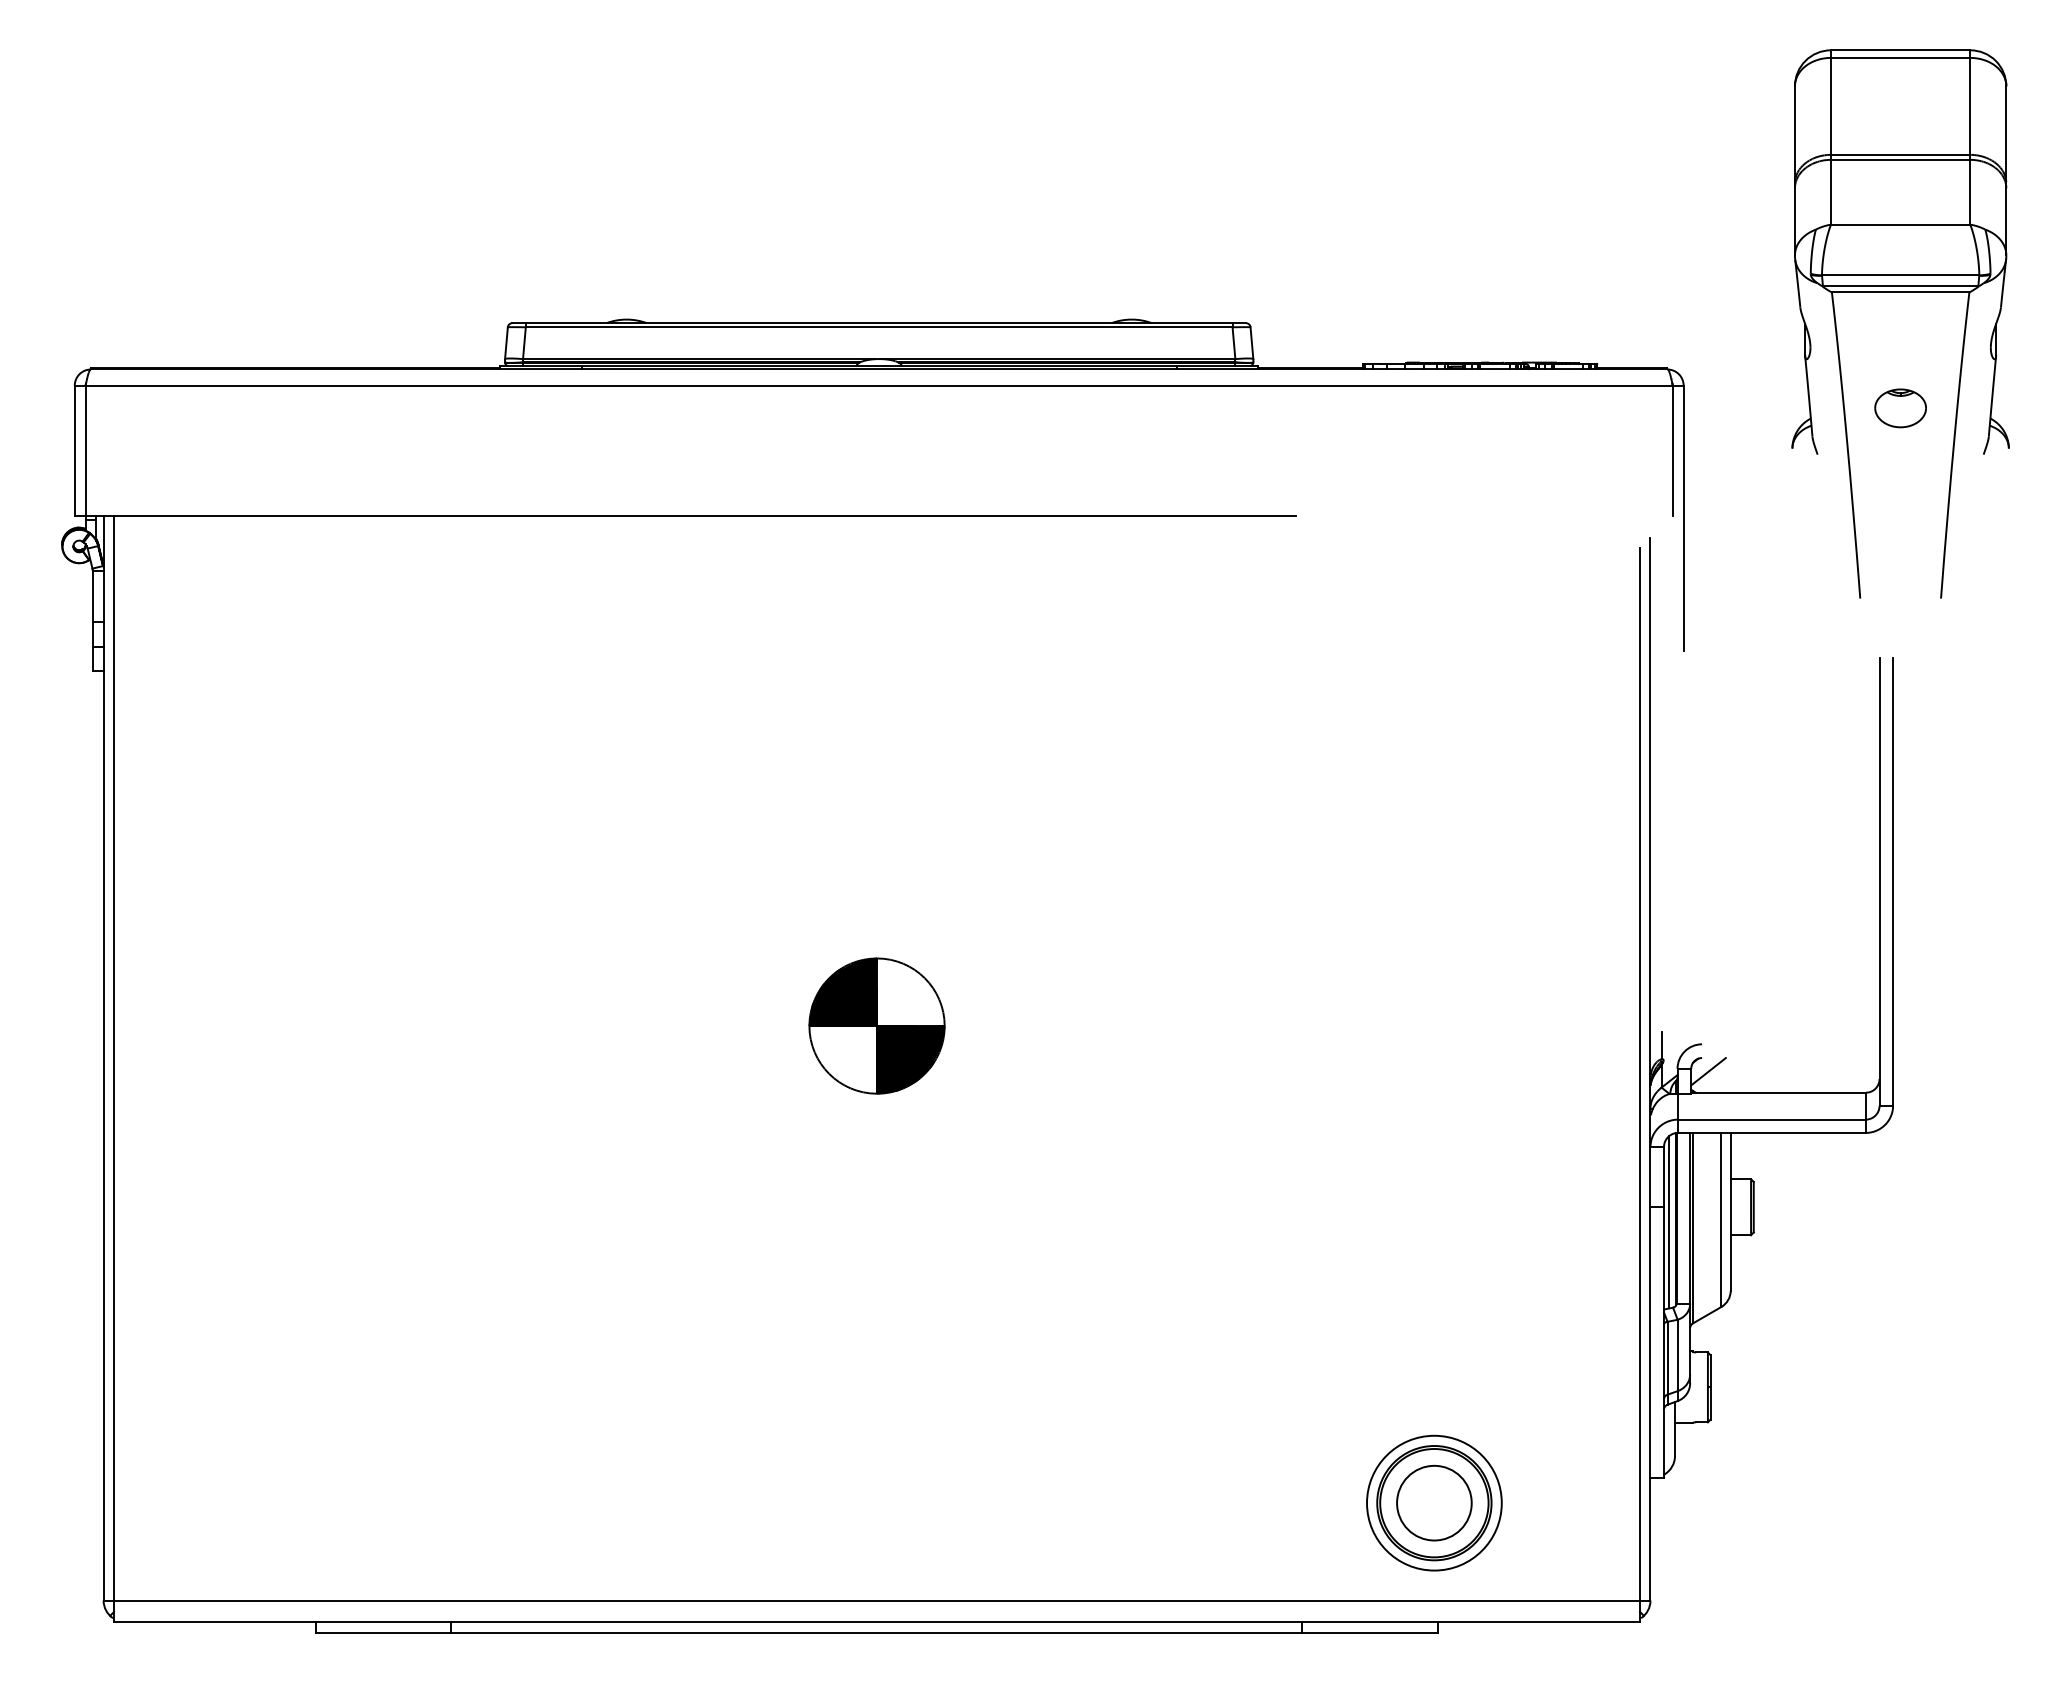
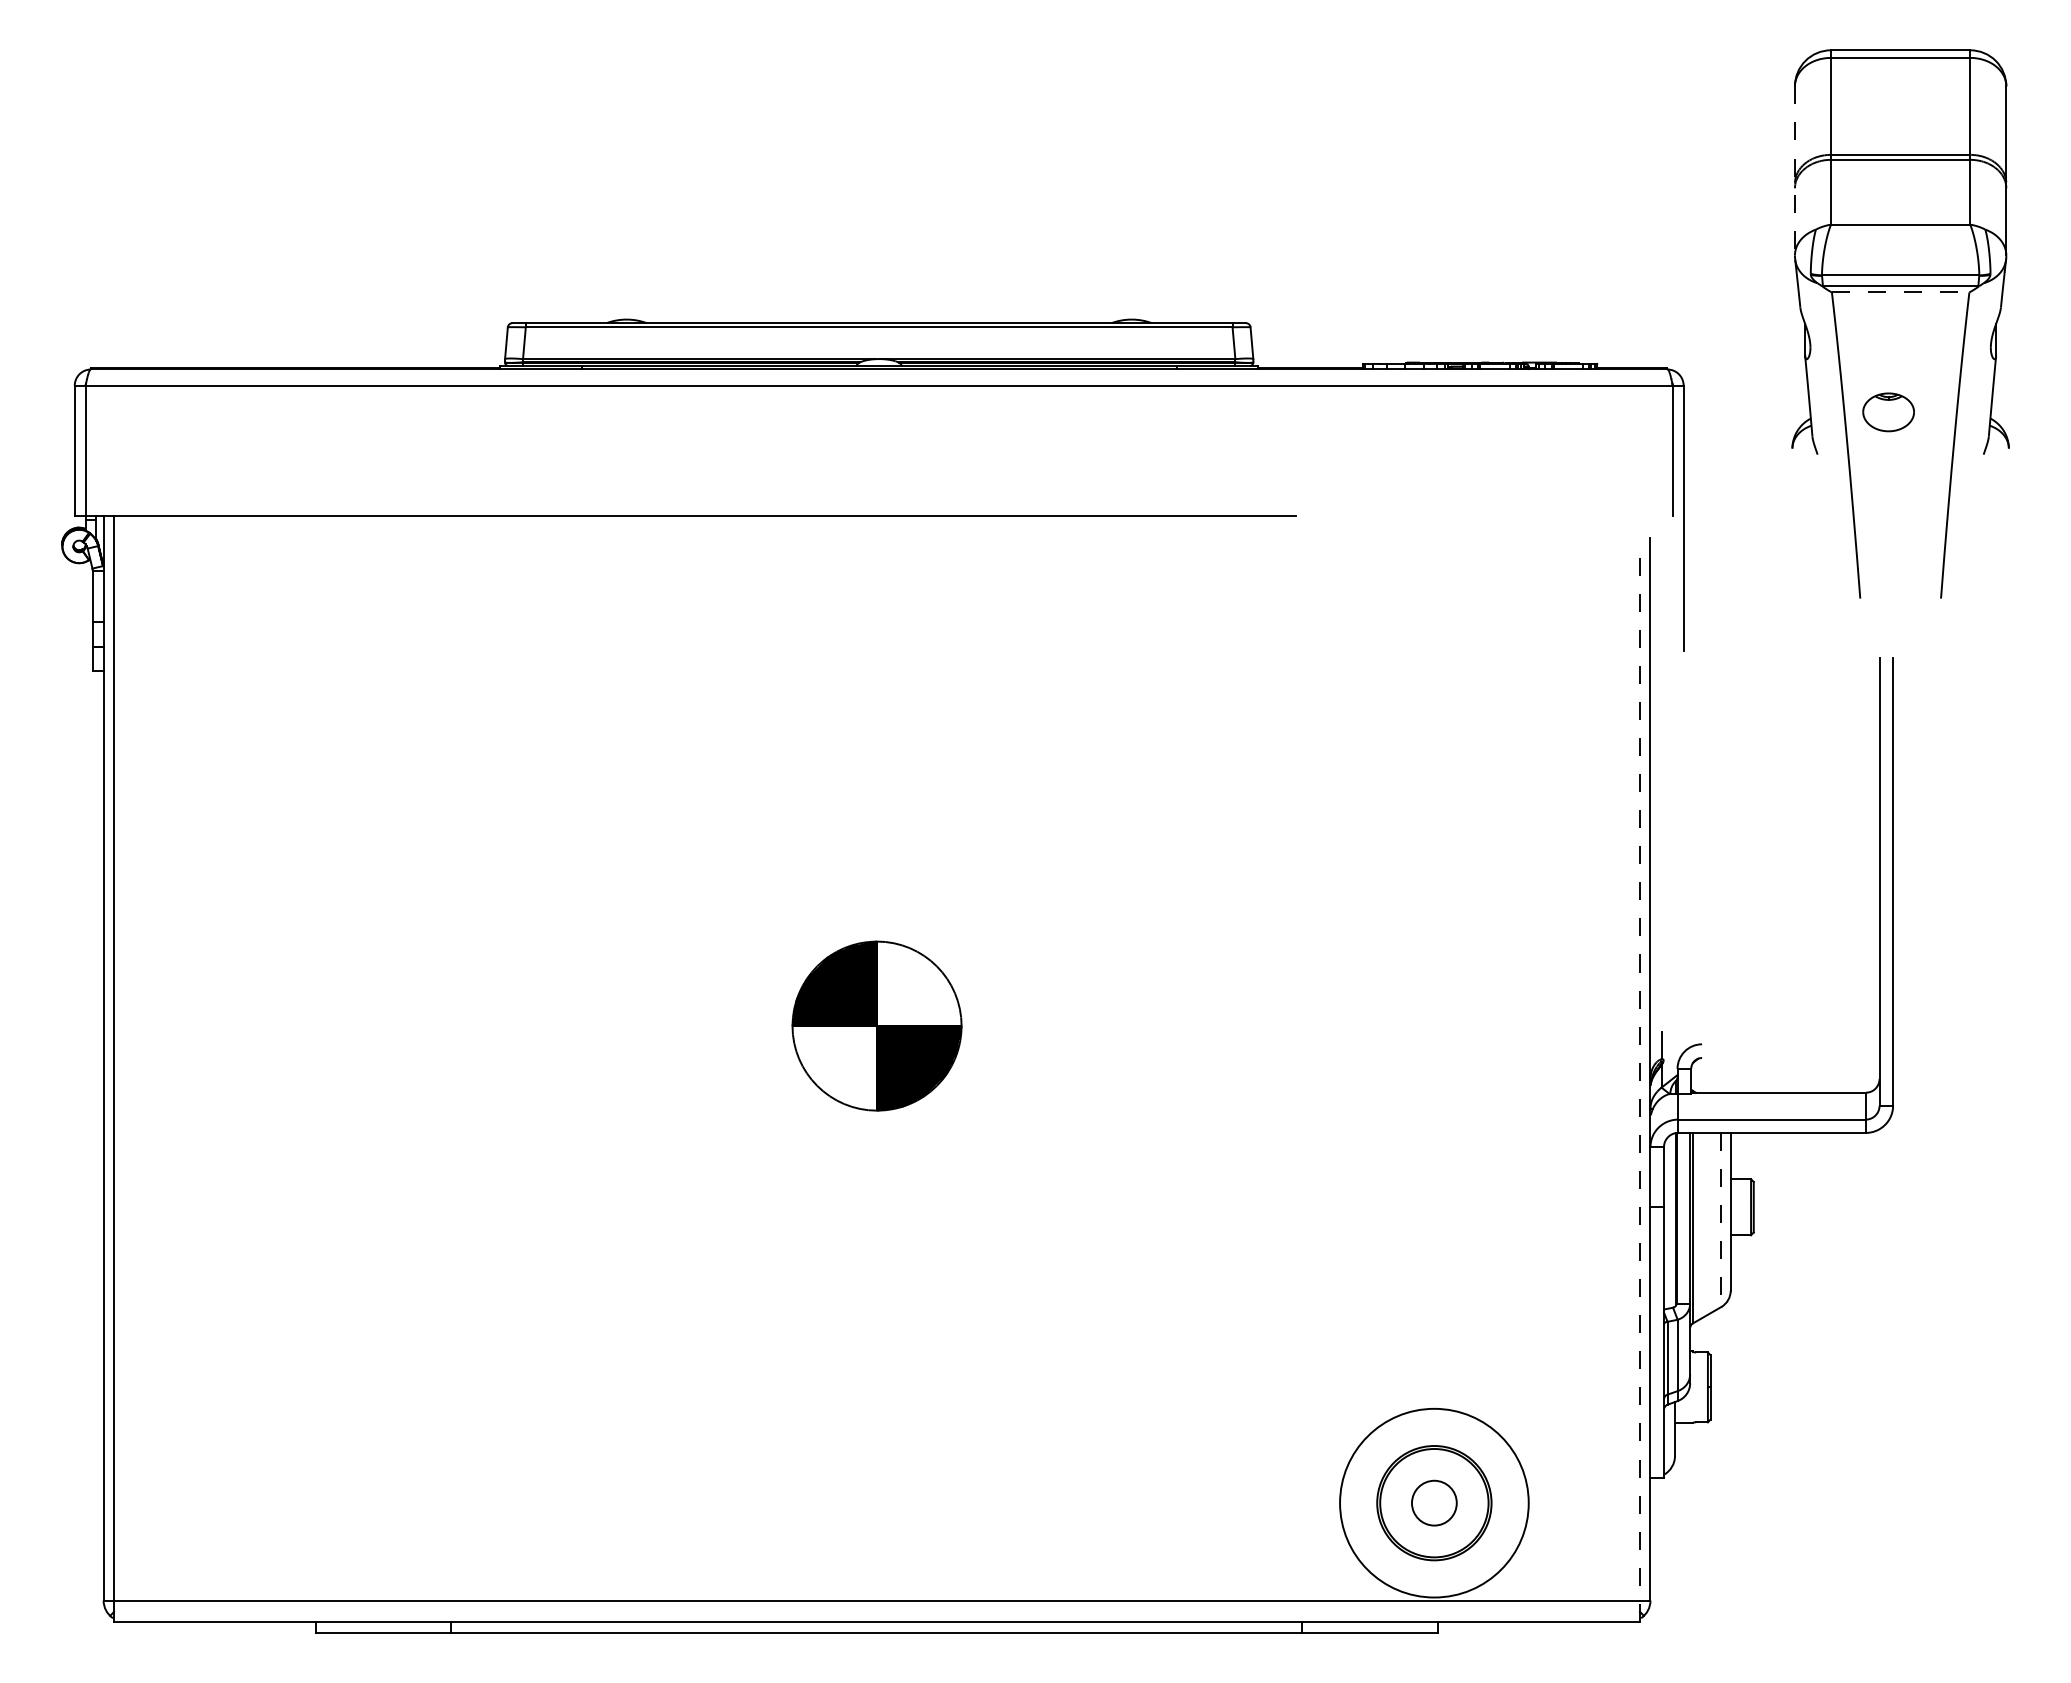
line at (1794, 170): solid -> dashed
line at (1900, 292): solid -> dashed
part at (1900, 408) position: (1900, 408) -> (1888, 412)
part at (876, 1025) size: 138x138 px -> 172x172 px
line at (1708, 1071): present -> none
line at (1640, 1085): solid -> dashed
line at (1721, 1220): solid -> dashed
line at (1669, 1221): present -> none
circle at (1434, 1502) diameter: 135 px -> 189 px
circle at (1434, 1502) diameter: 75 px -> 45 px
